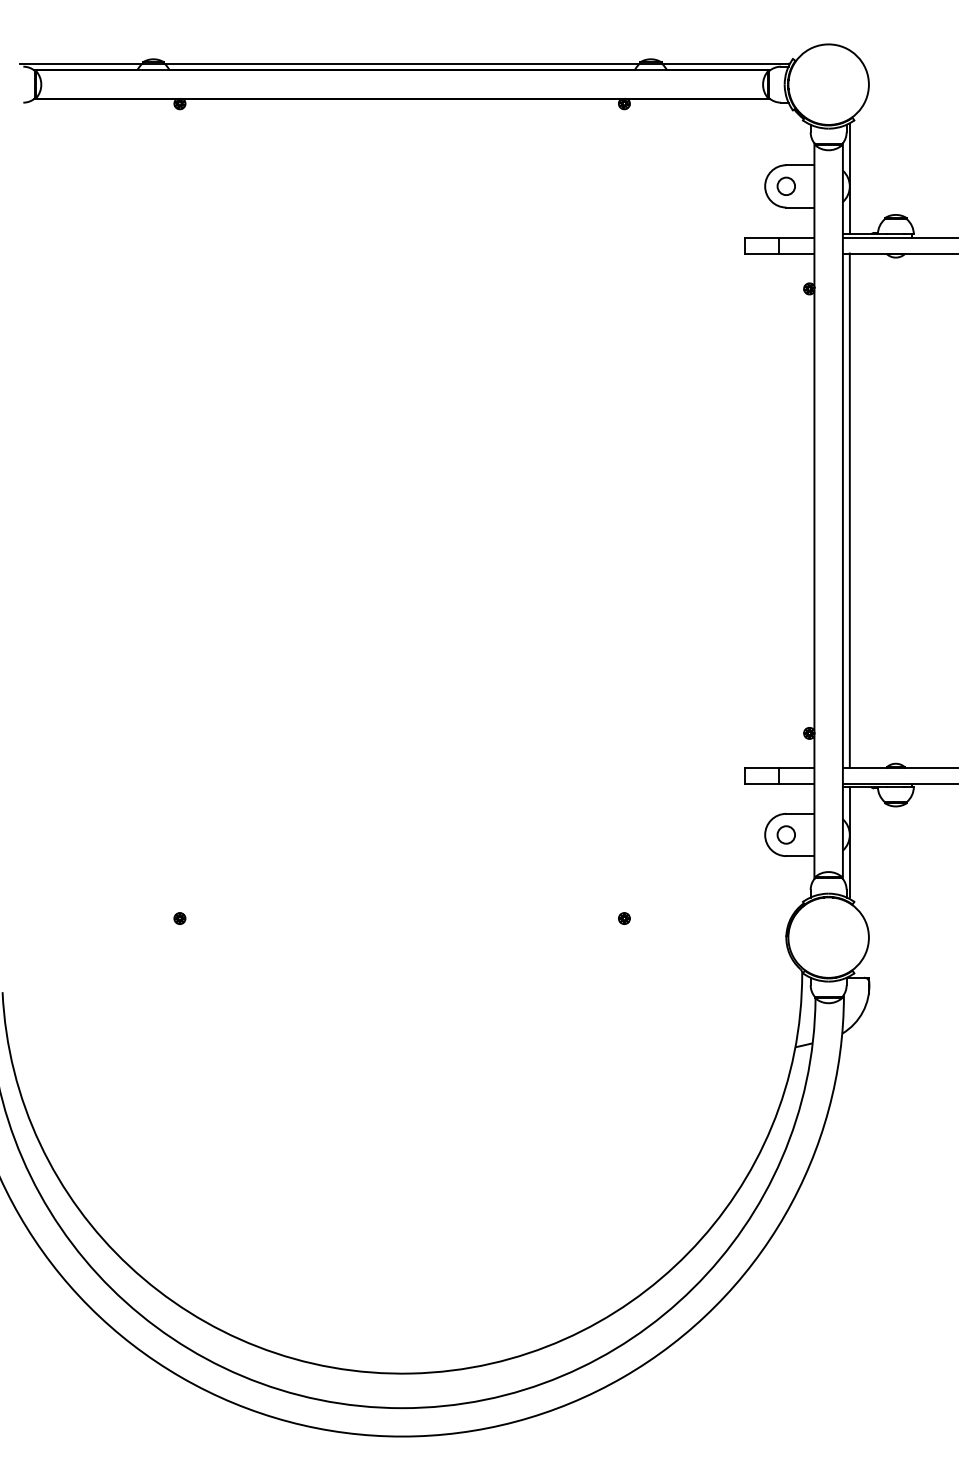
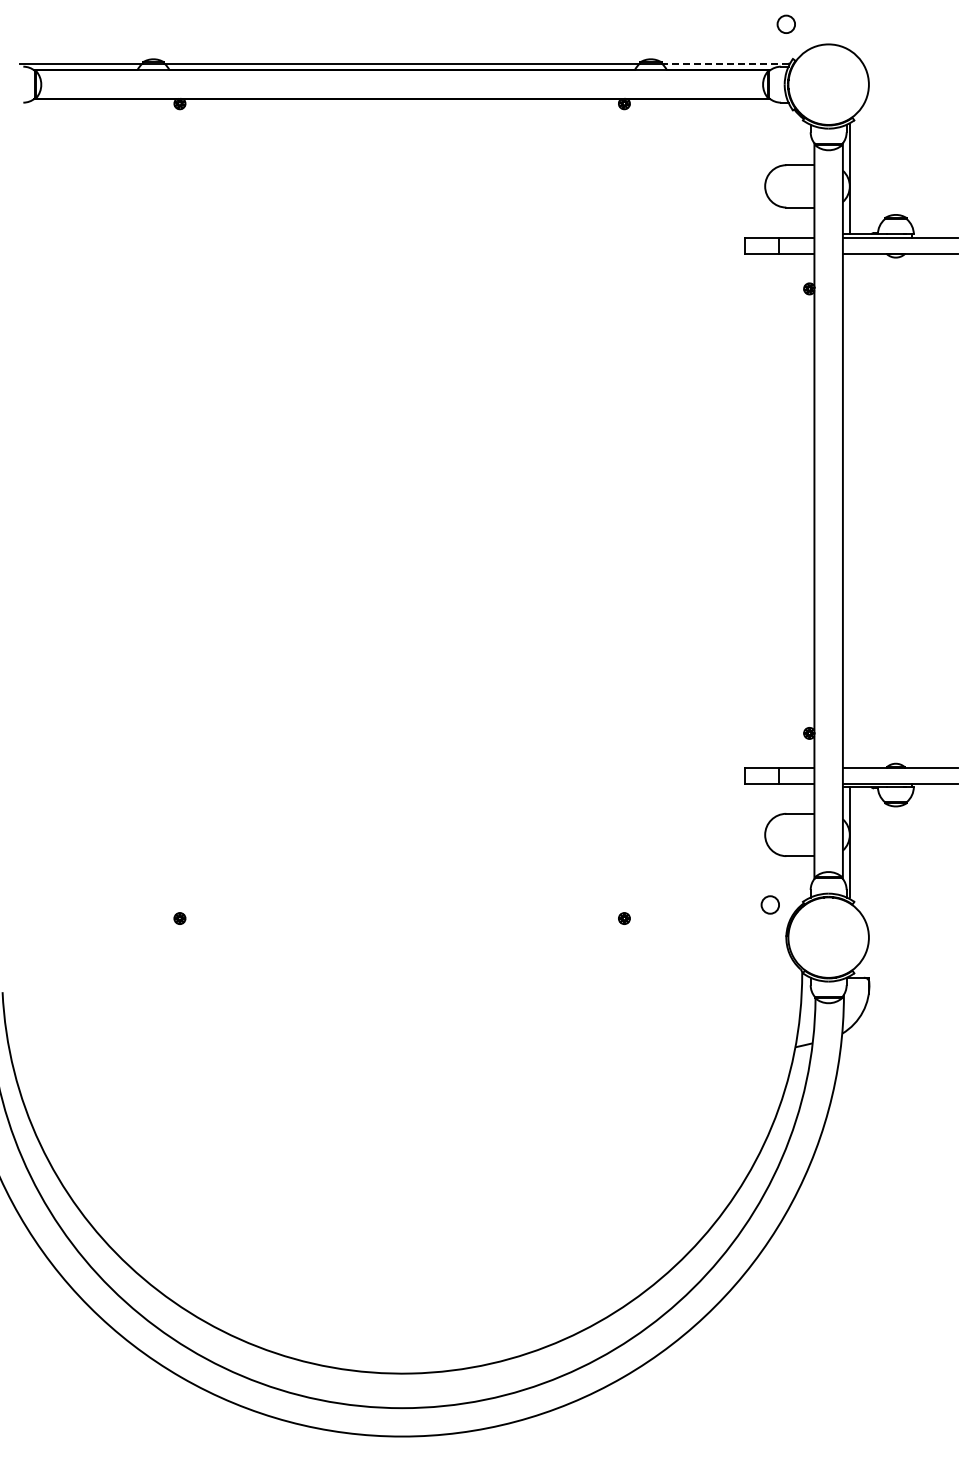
line at (724, 63): solid -> dashed
circle at (785, 185) position: (785, 185) -> (785, 23)
line at (849, 510): present -> none
circle at (785, 834) position: (785, 834) -> (769, 904)
